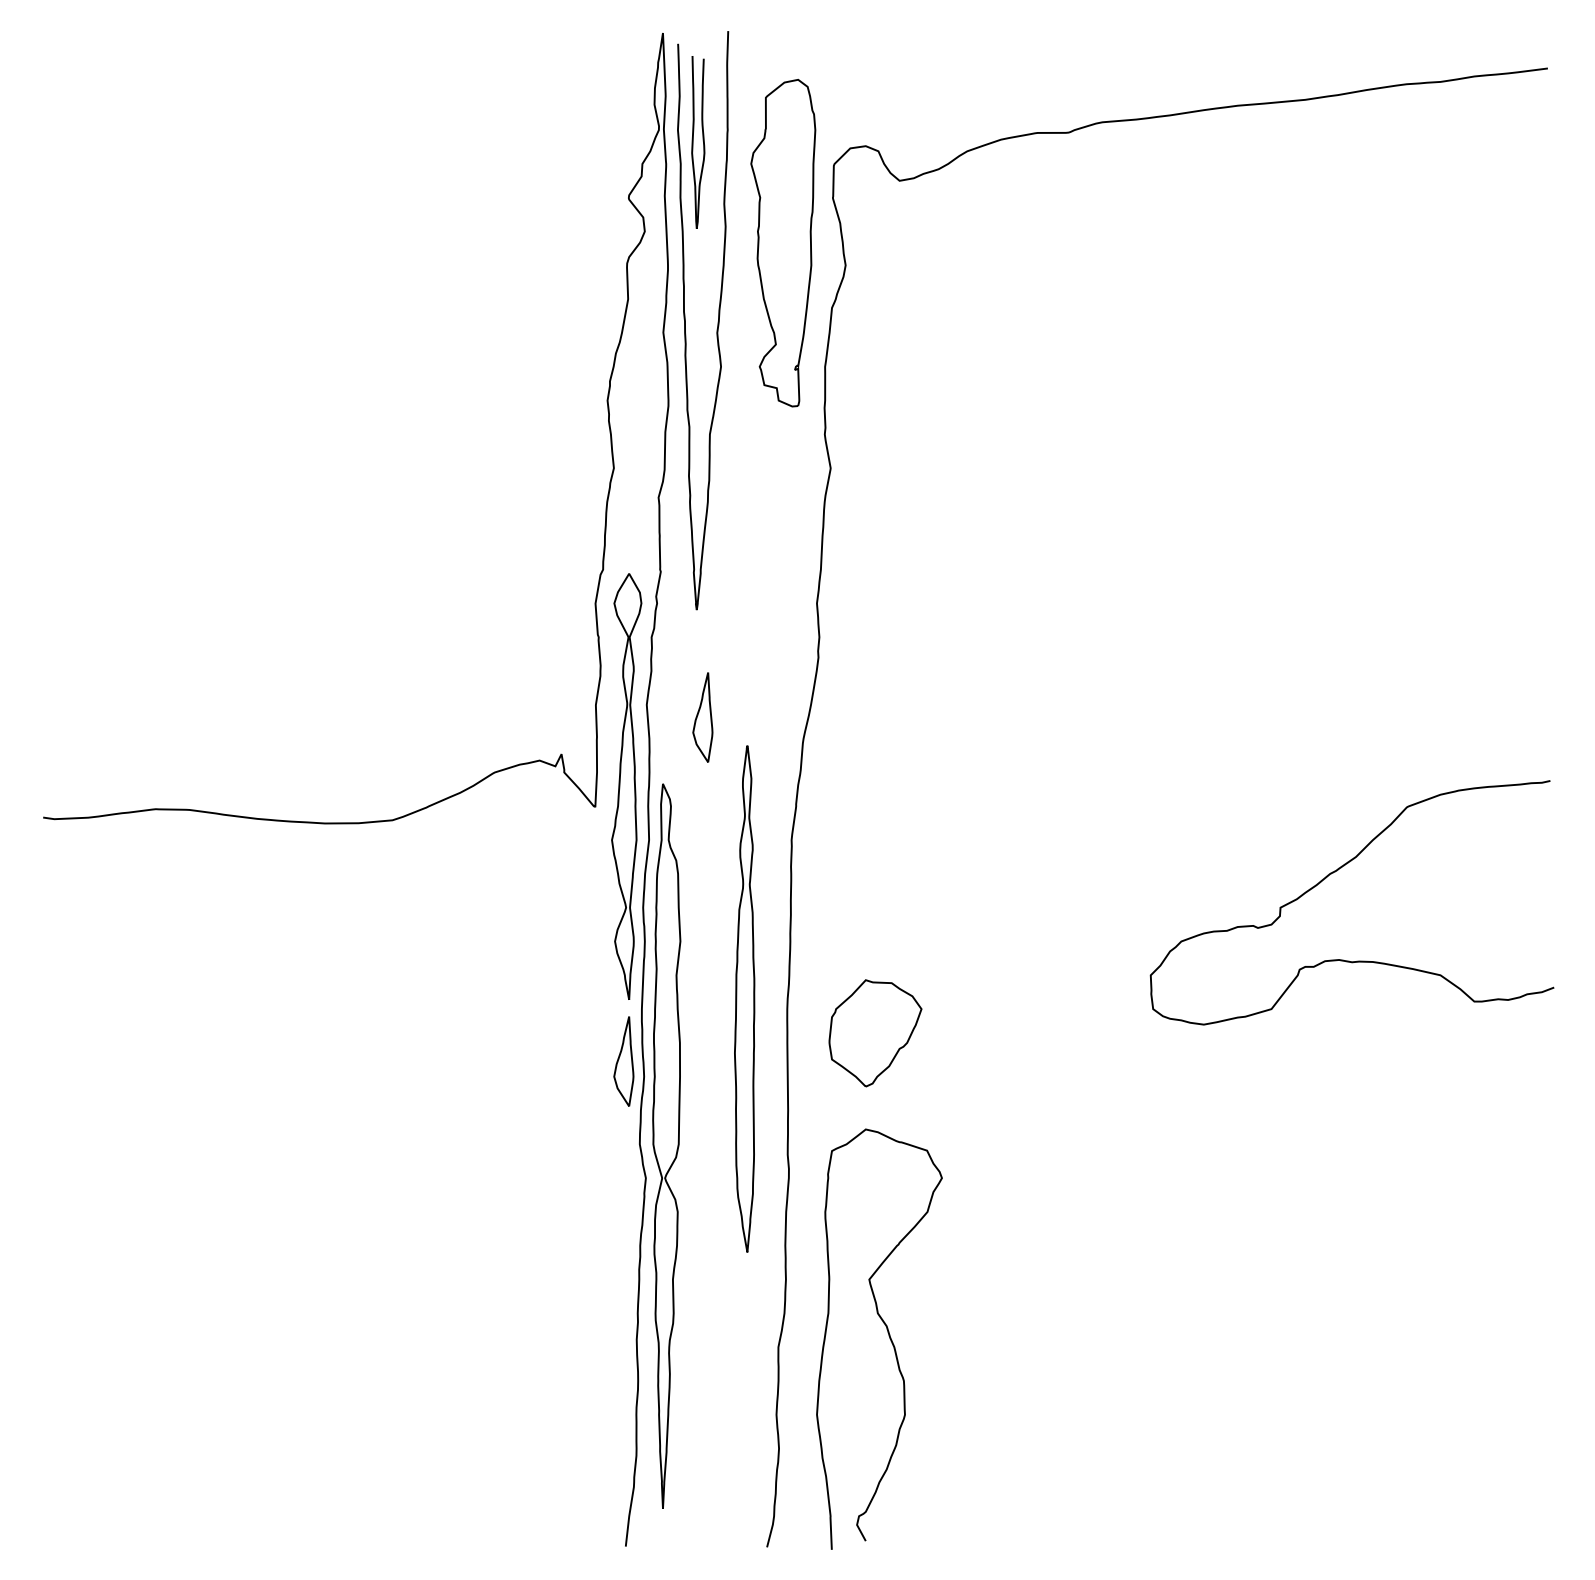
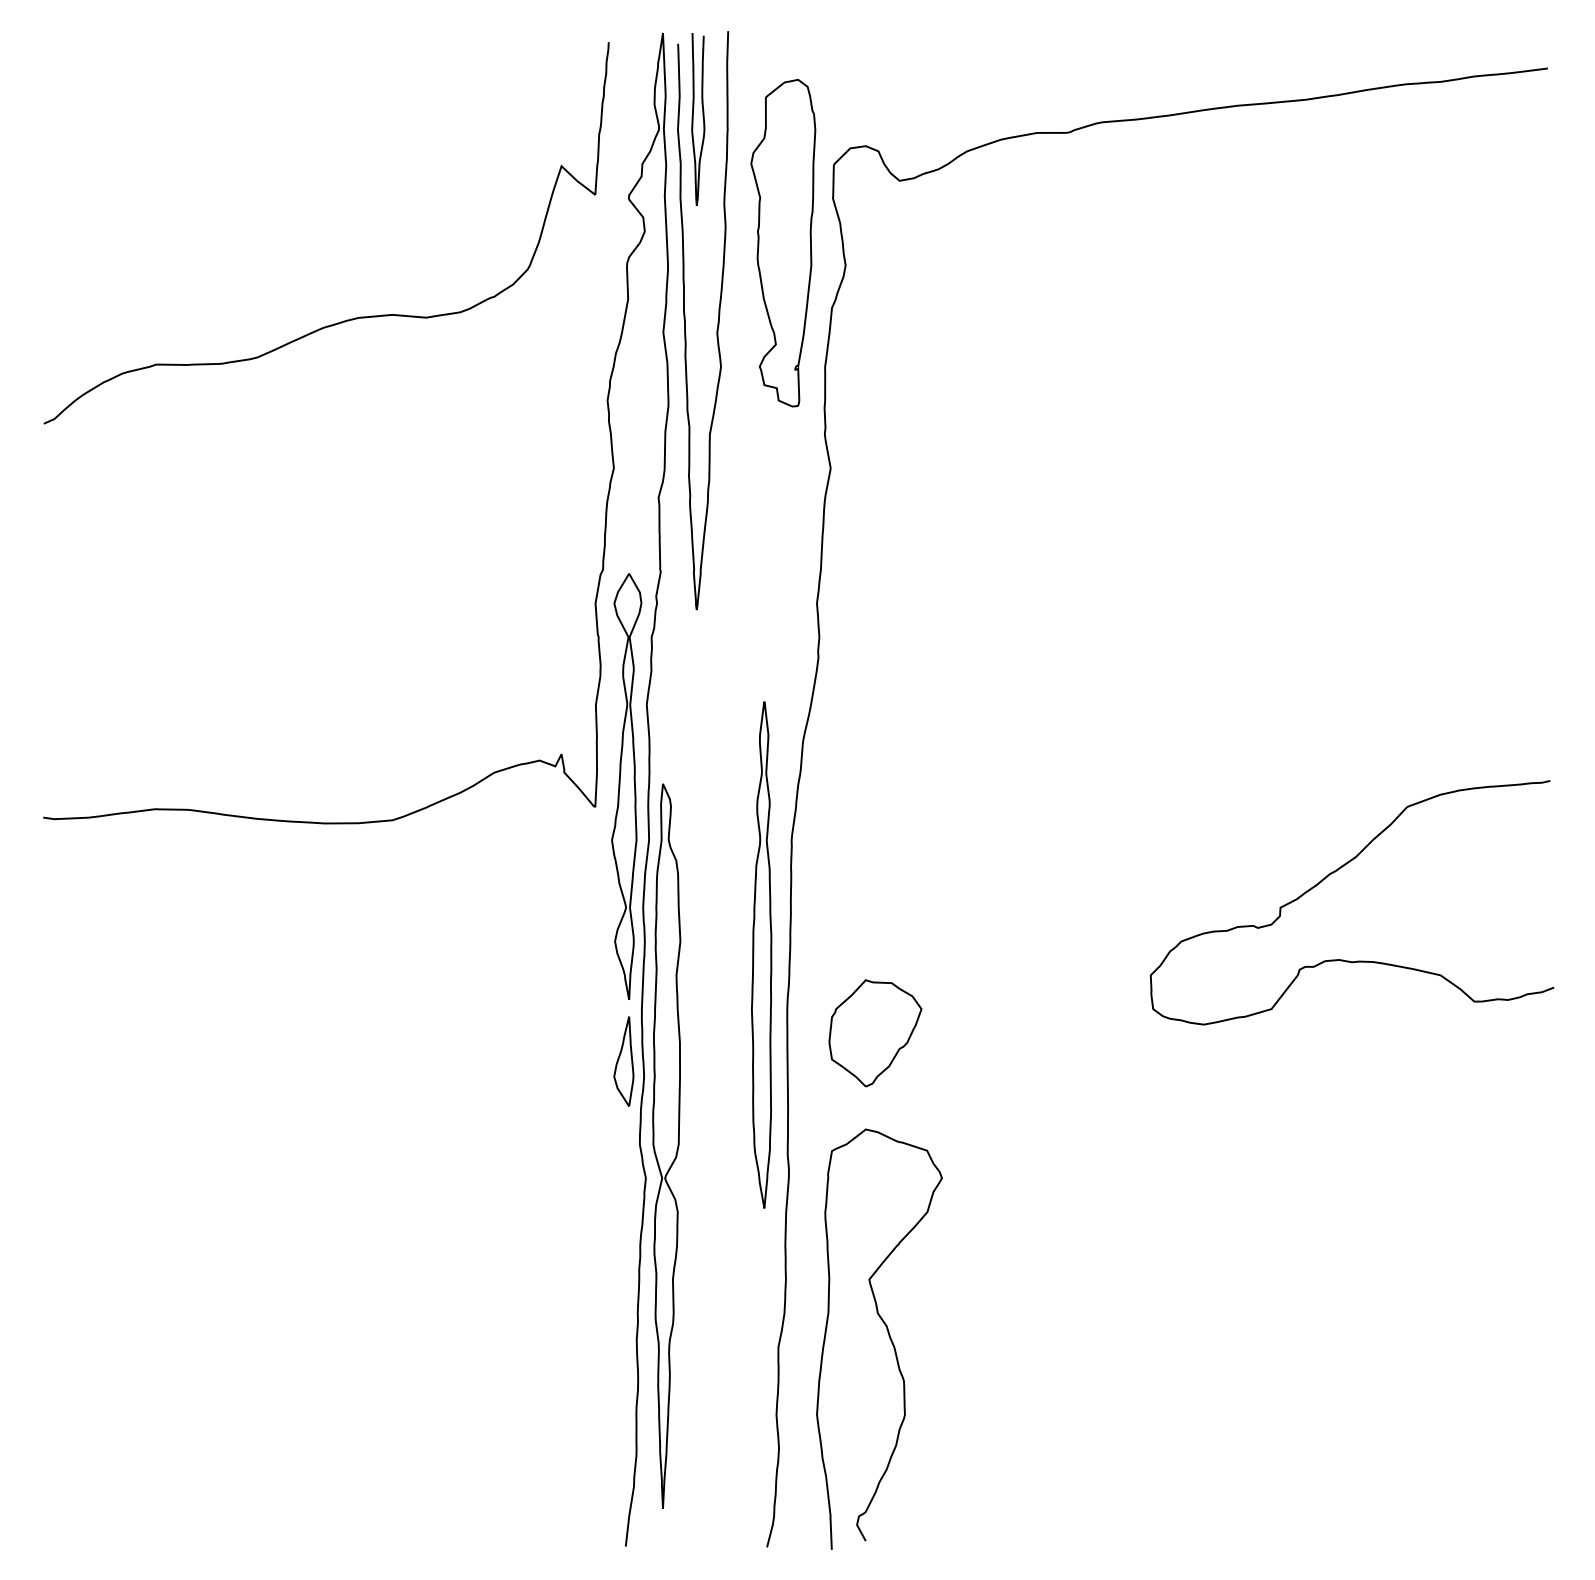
curve at (702, 140) position: (702, 140) -> (702, 117)
curve at (346, 319): none -> present
part at (702, 717): present -> none
part at (744, 998) position: (744, 998) -> (761, 954)
